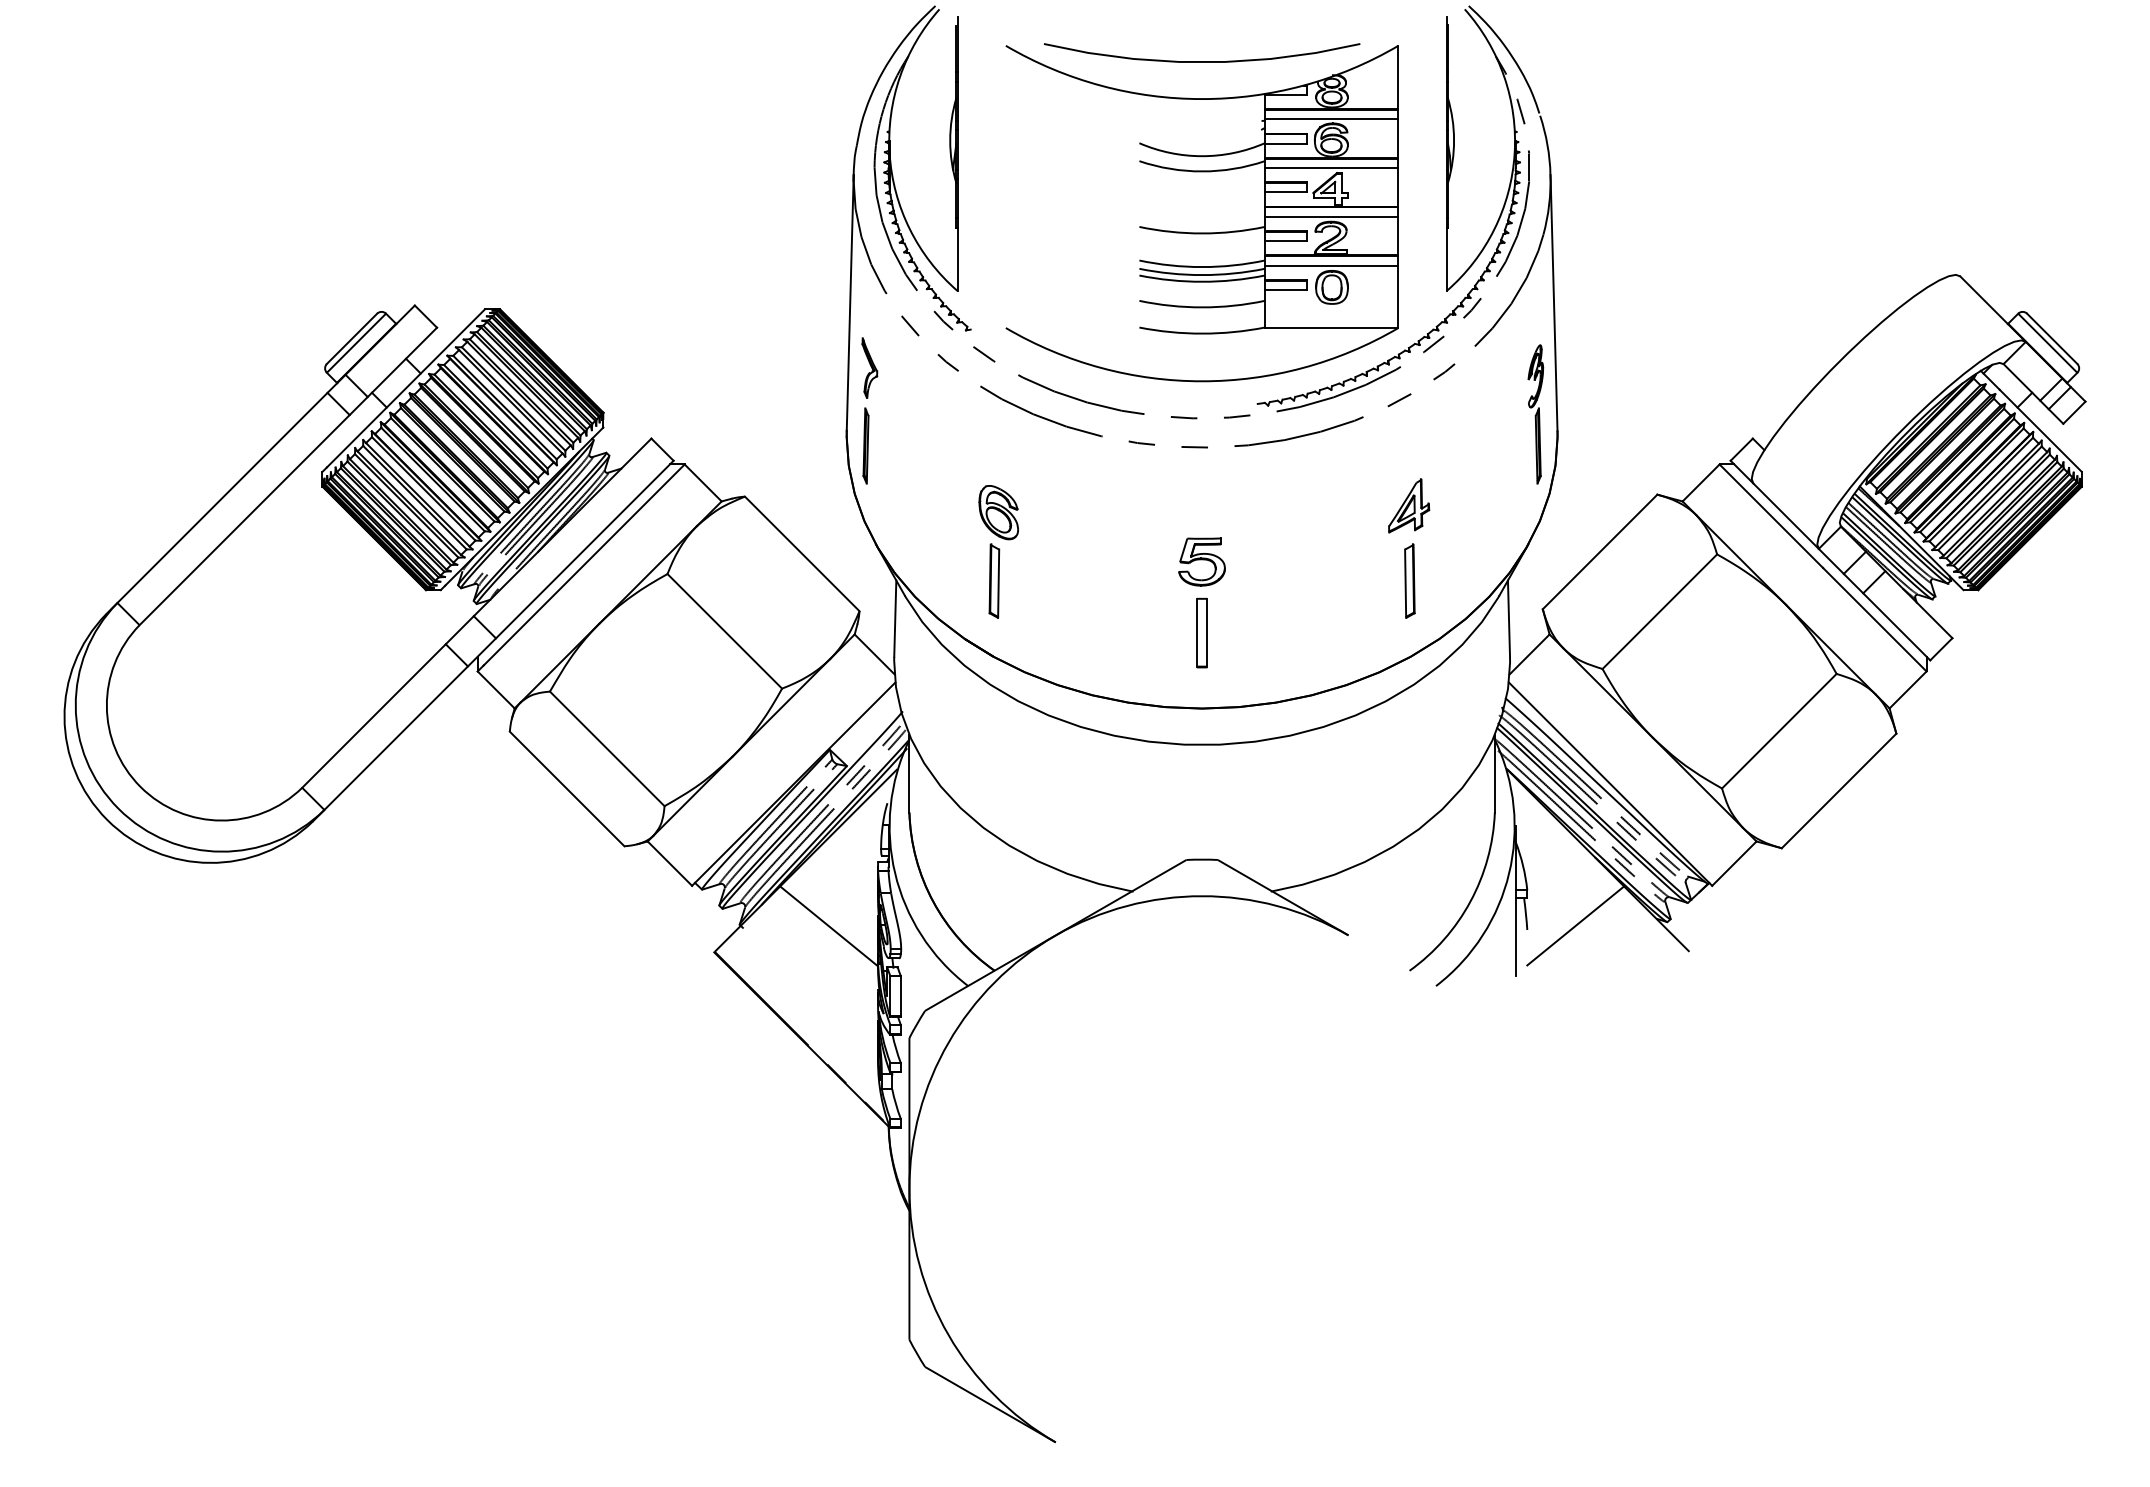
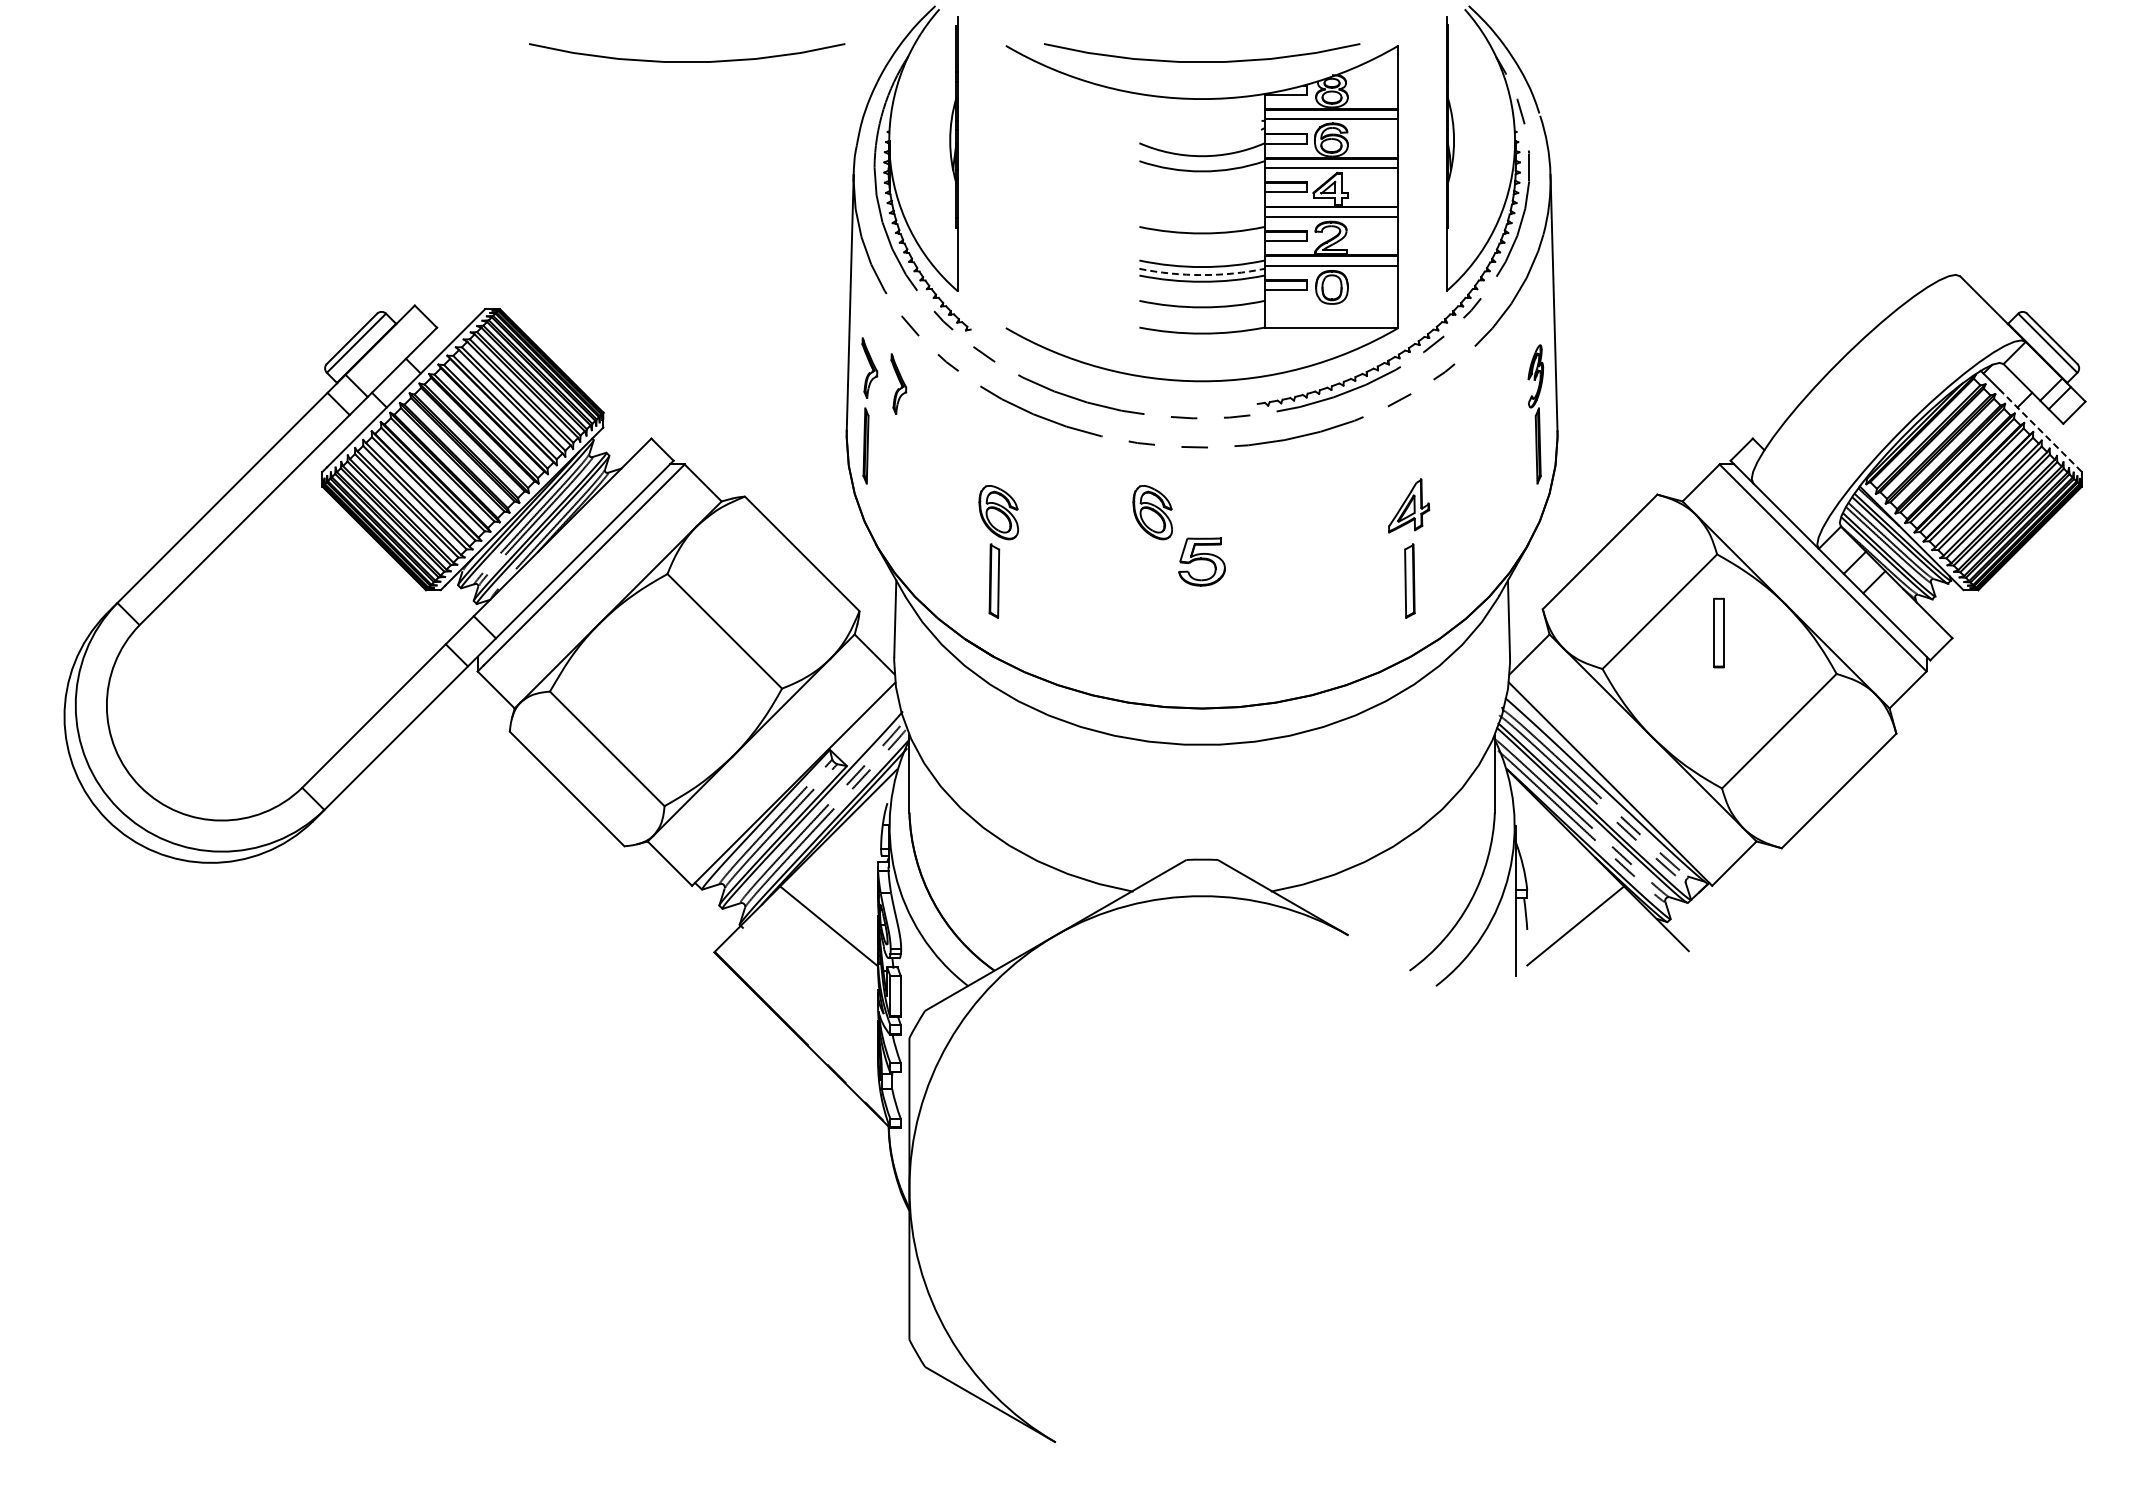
curve at (686, 61): none -> present
arc at (1202, 275): solid -> dashed
part at (898, 383): none -> present
line at (2040, 430): solid -> dashed
part at (1152, 512): none -> present
part at (1201, 632) position: (1201, 632) -> (1718, 632)
